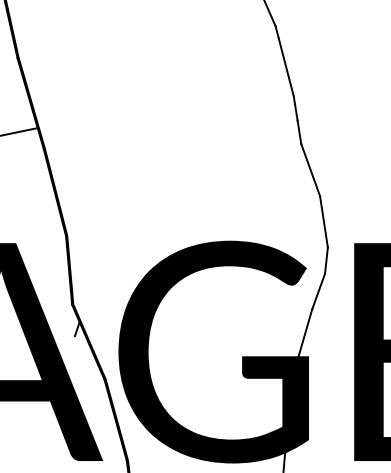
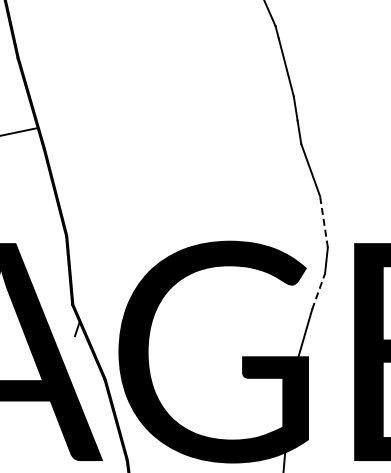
line at (323, 221): solid -> dashed
line at (318, 291): solid -> dashed
